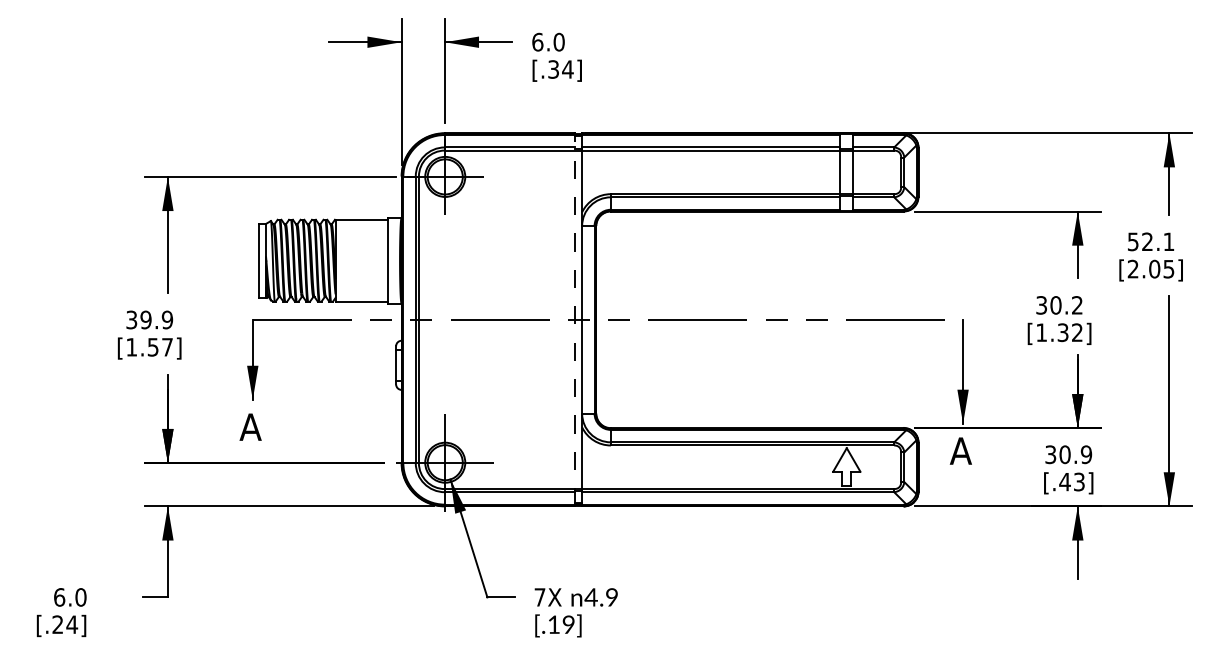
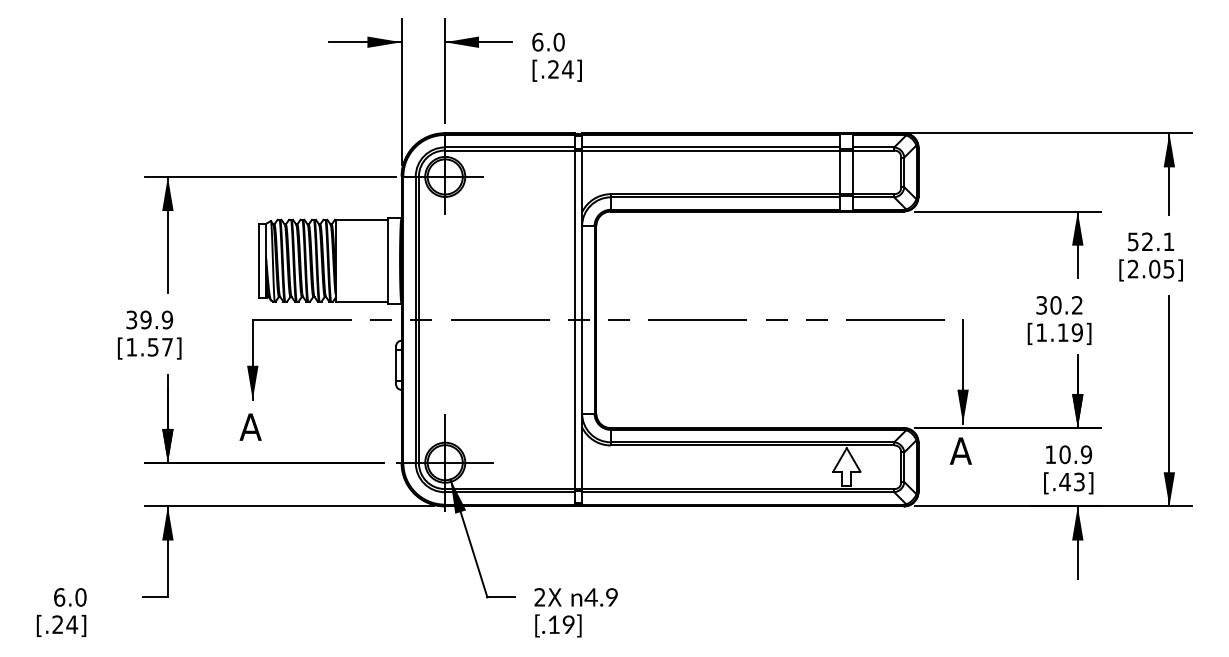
text at (553, 69): [.34] -> [.24]
line at (574, 319): dashed -> solid
text at (1069, 332): [1.32] -> [1.19]
text at (1050, 454): 30.9 -> 10.9
text at (539, 597): 7X -> 2X
